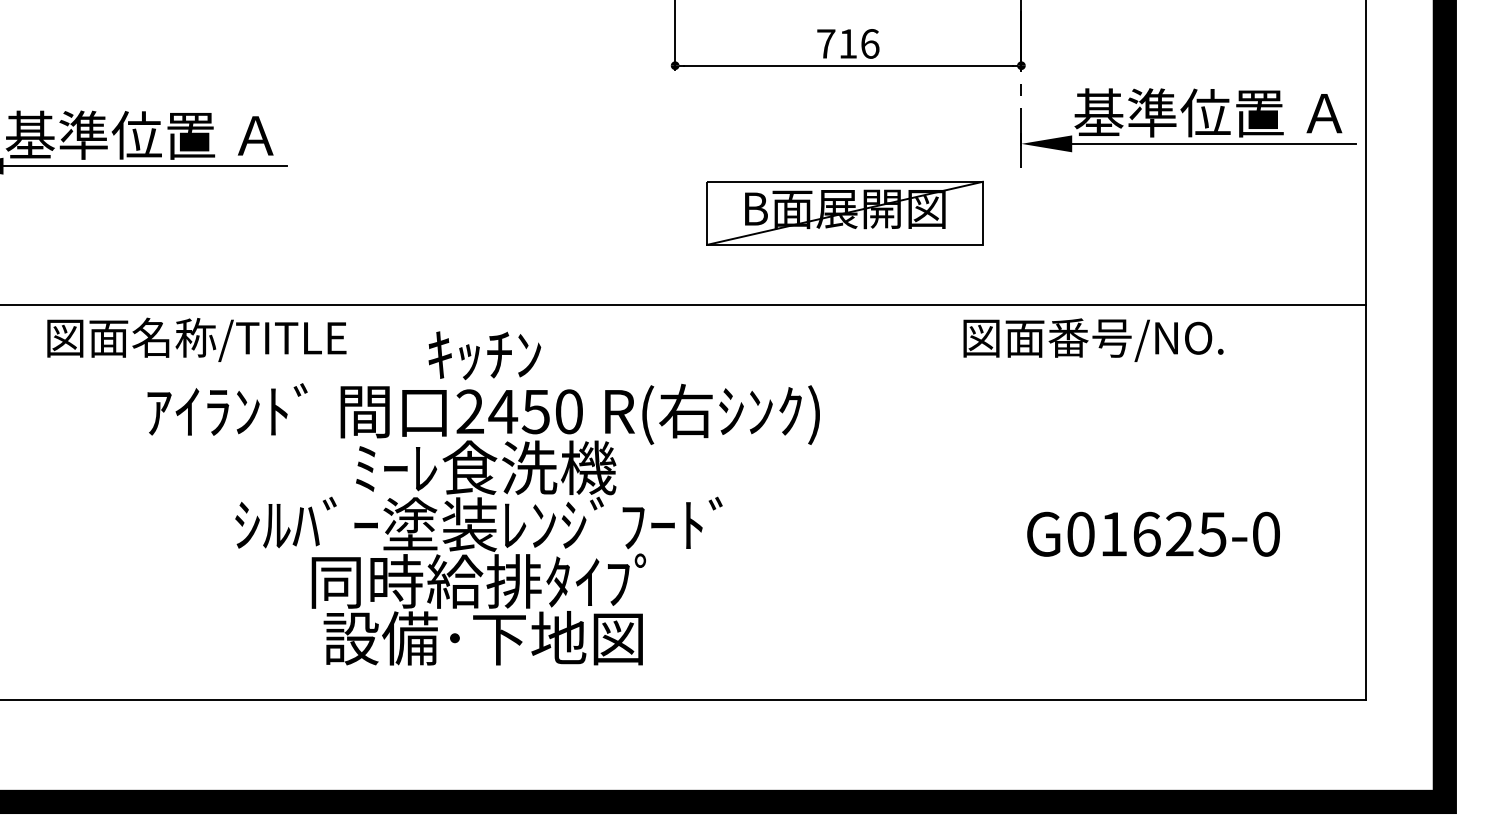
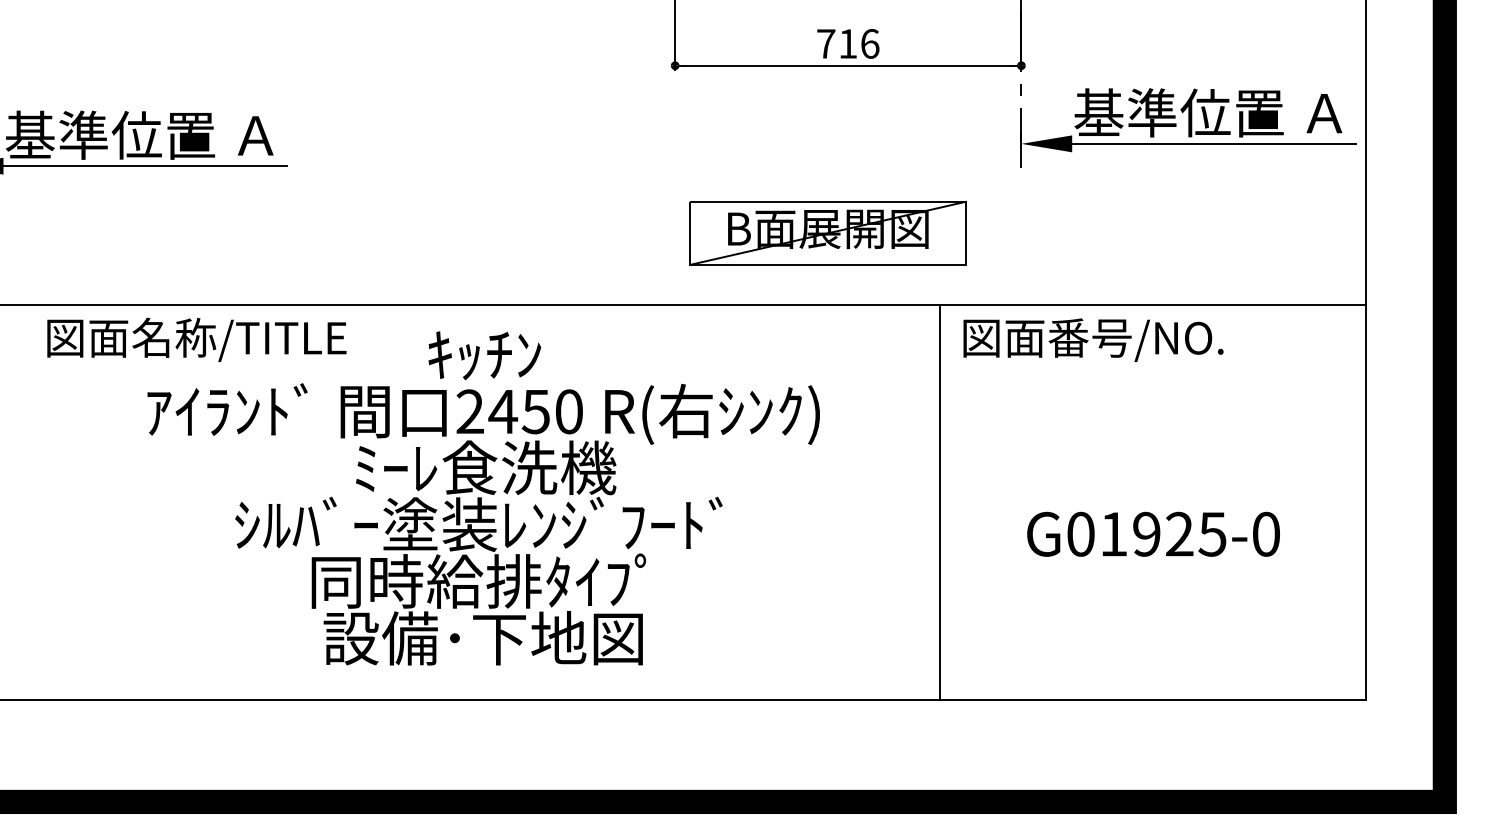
part at (844, 212) position: (844, 212) -> (827, 232)
line at (940, 502): none -> present
text at (1146, 533): G01625-0 -> G01925-0
